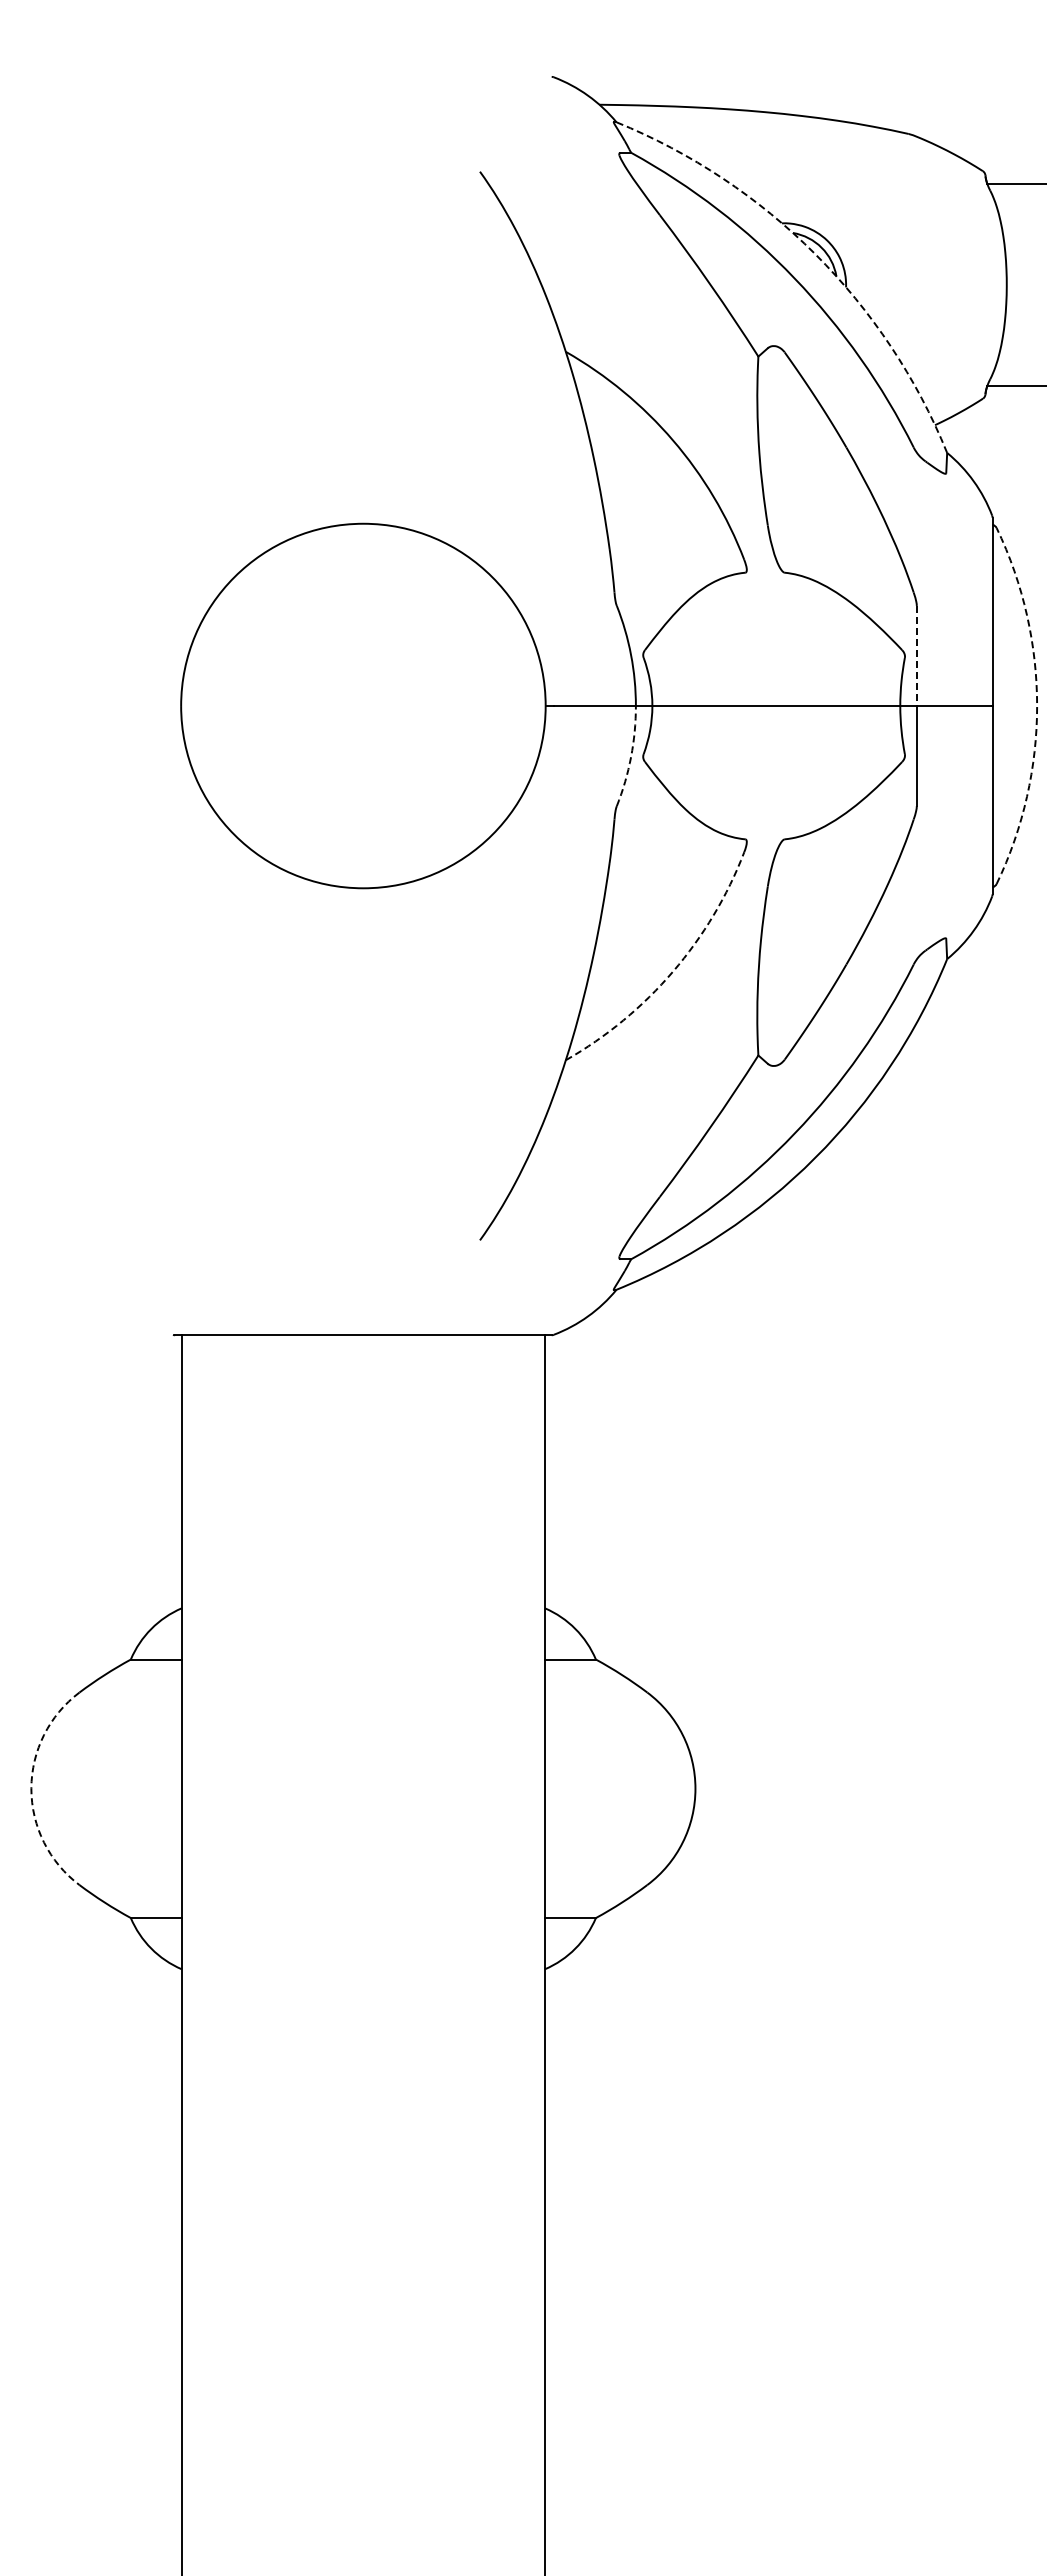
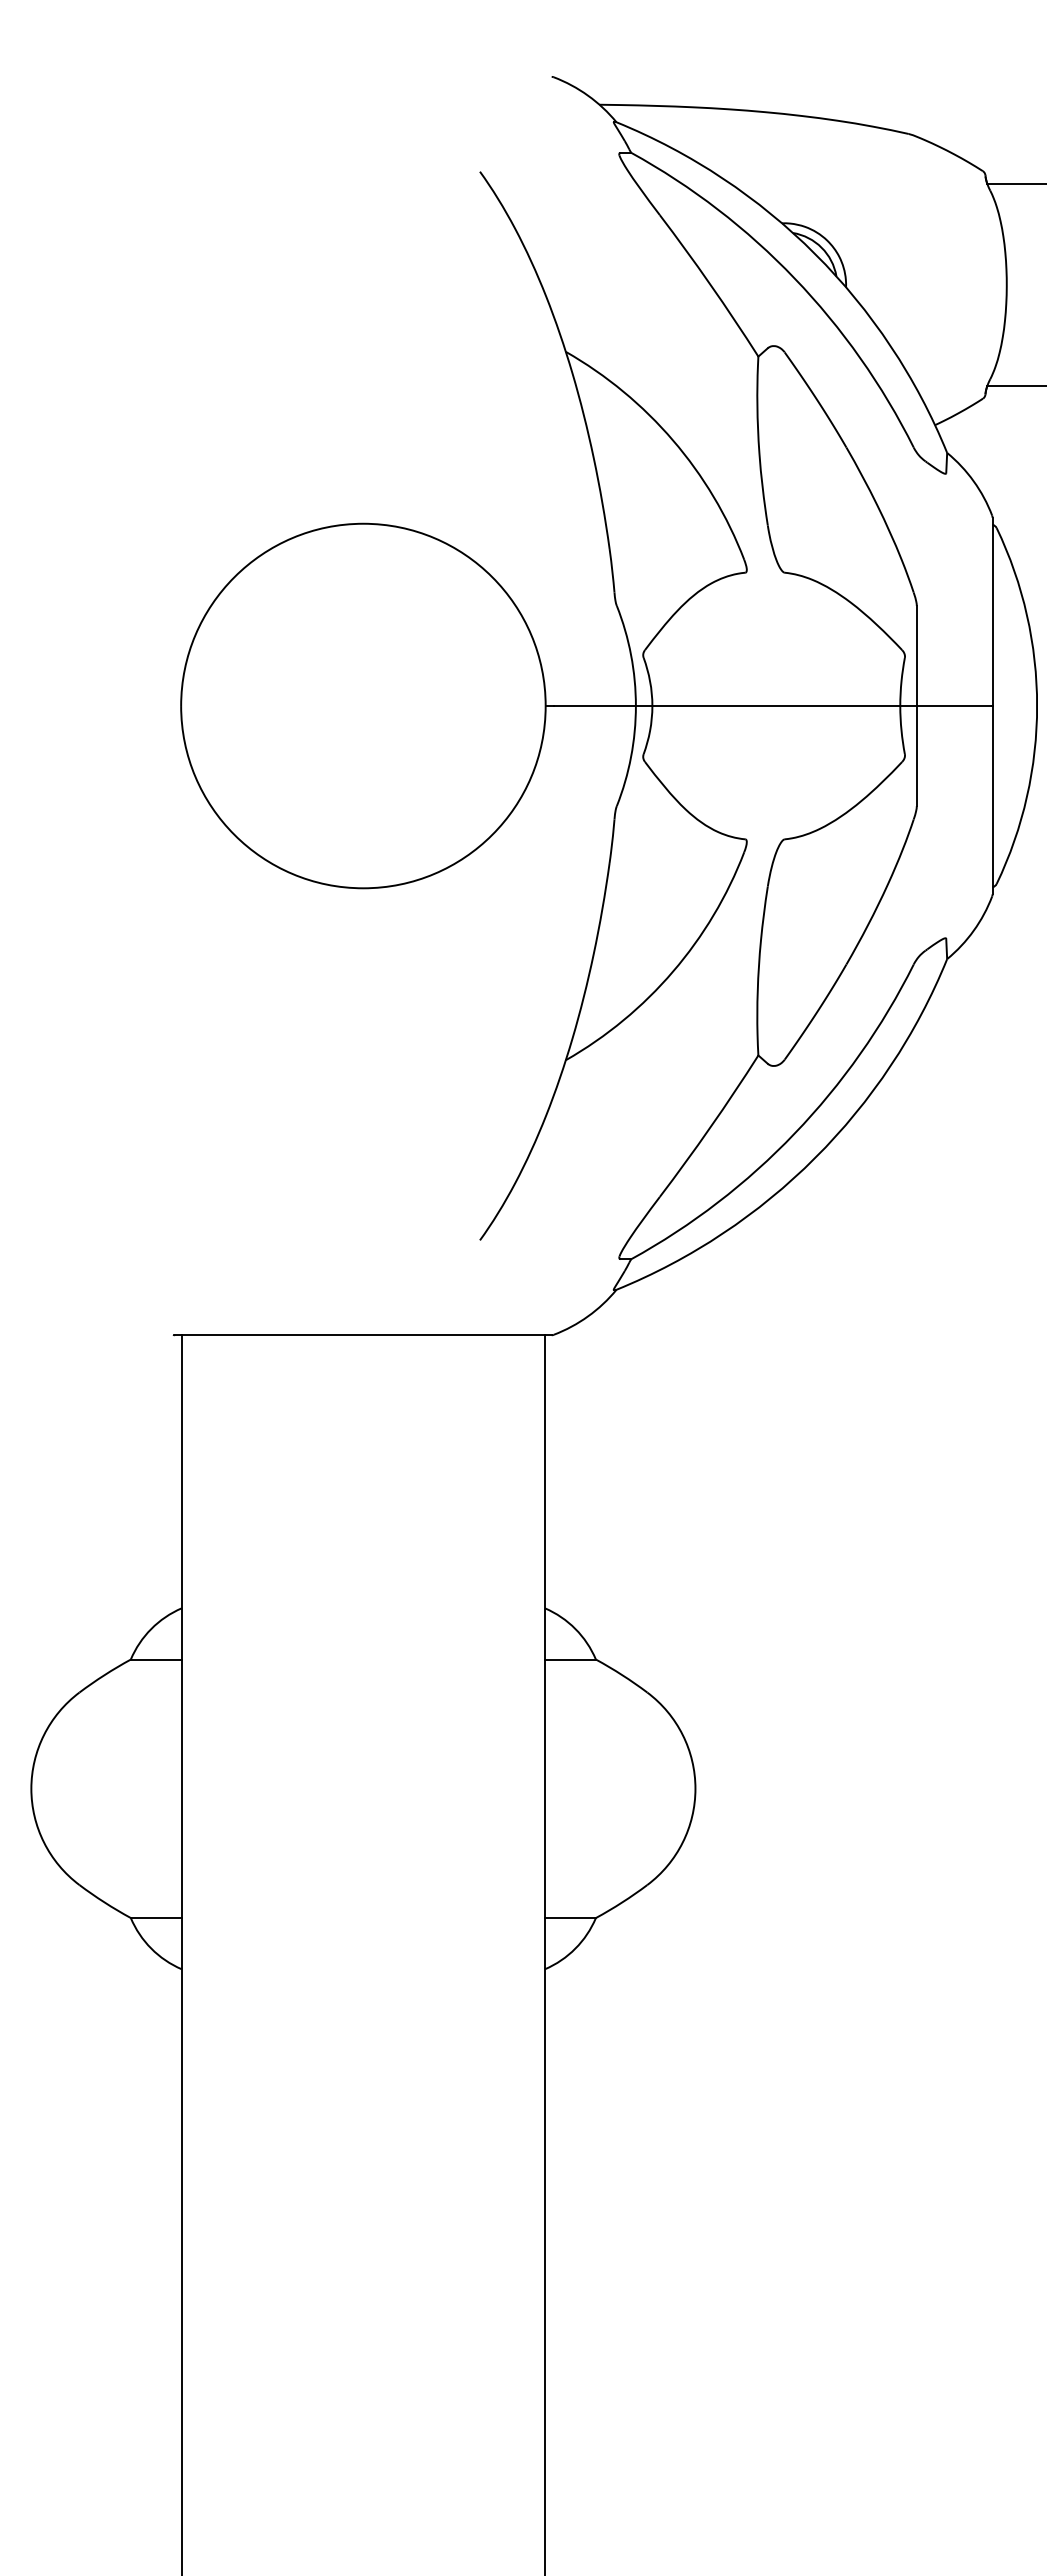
arc at (815, 254): dashed -> solid
line at (916, 656): dashed -> solid
arc at (1037, 706): dashed -> solid
arc at (631, 756): dashed -> solid
arc at (673, 971): dashed -> solid
arc at (31, 1788): dashed -> solid
